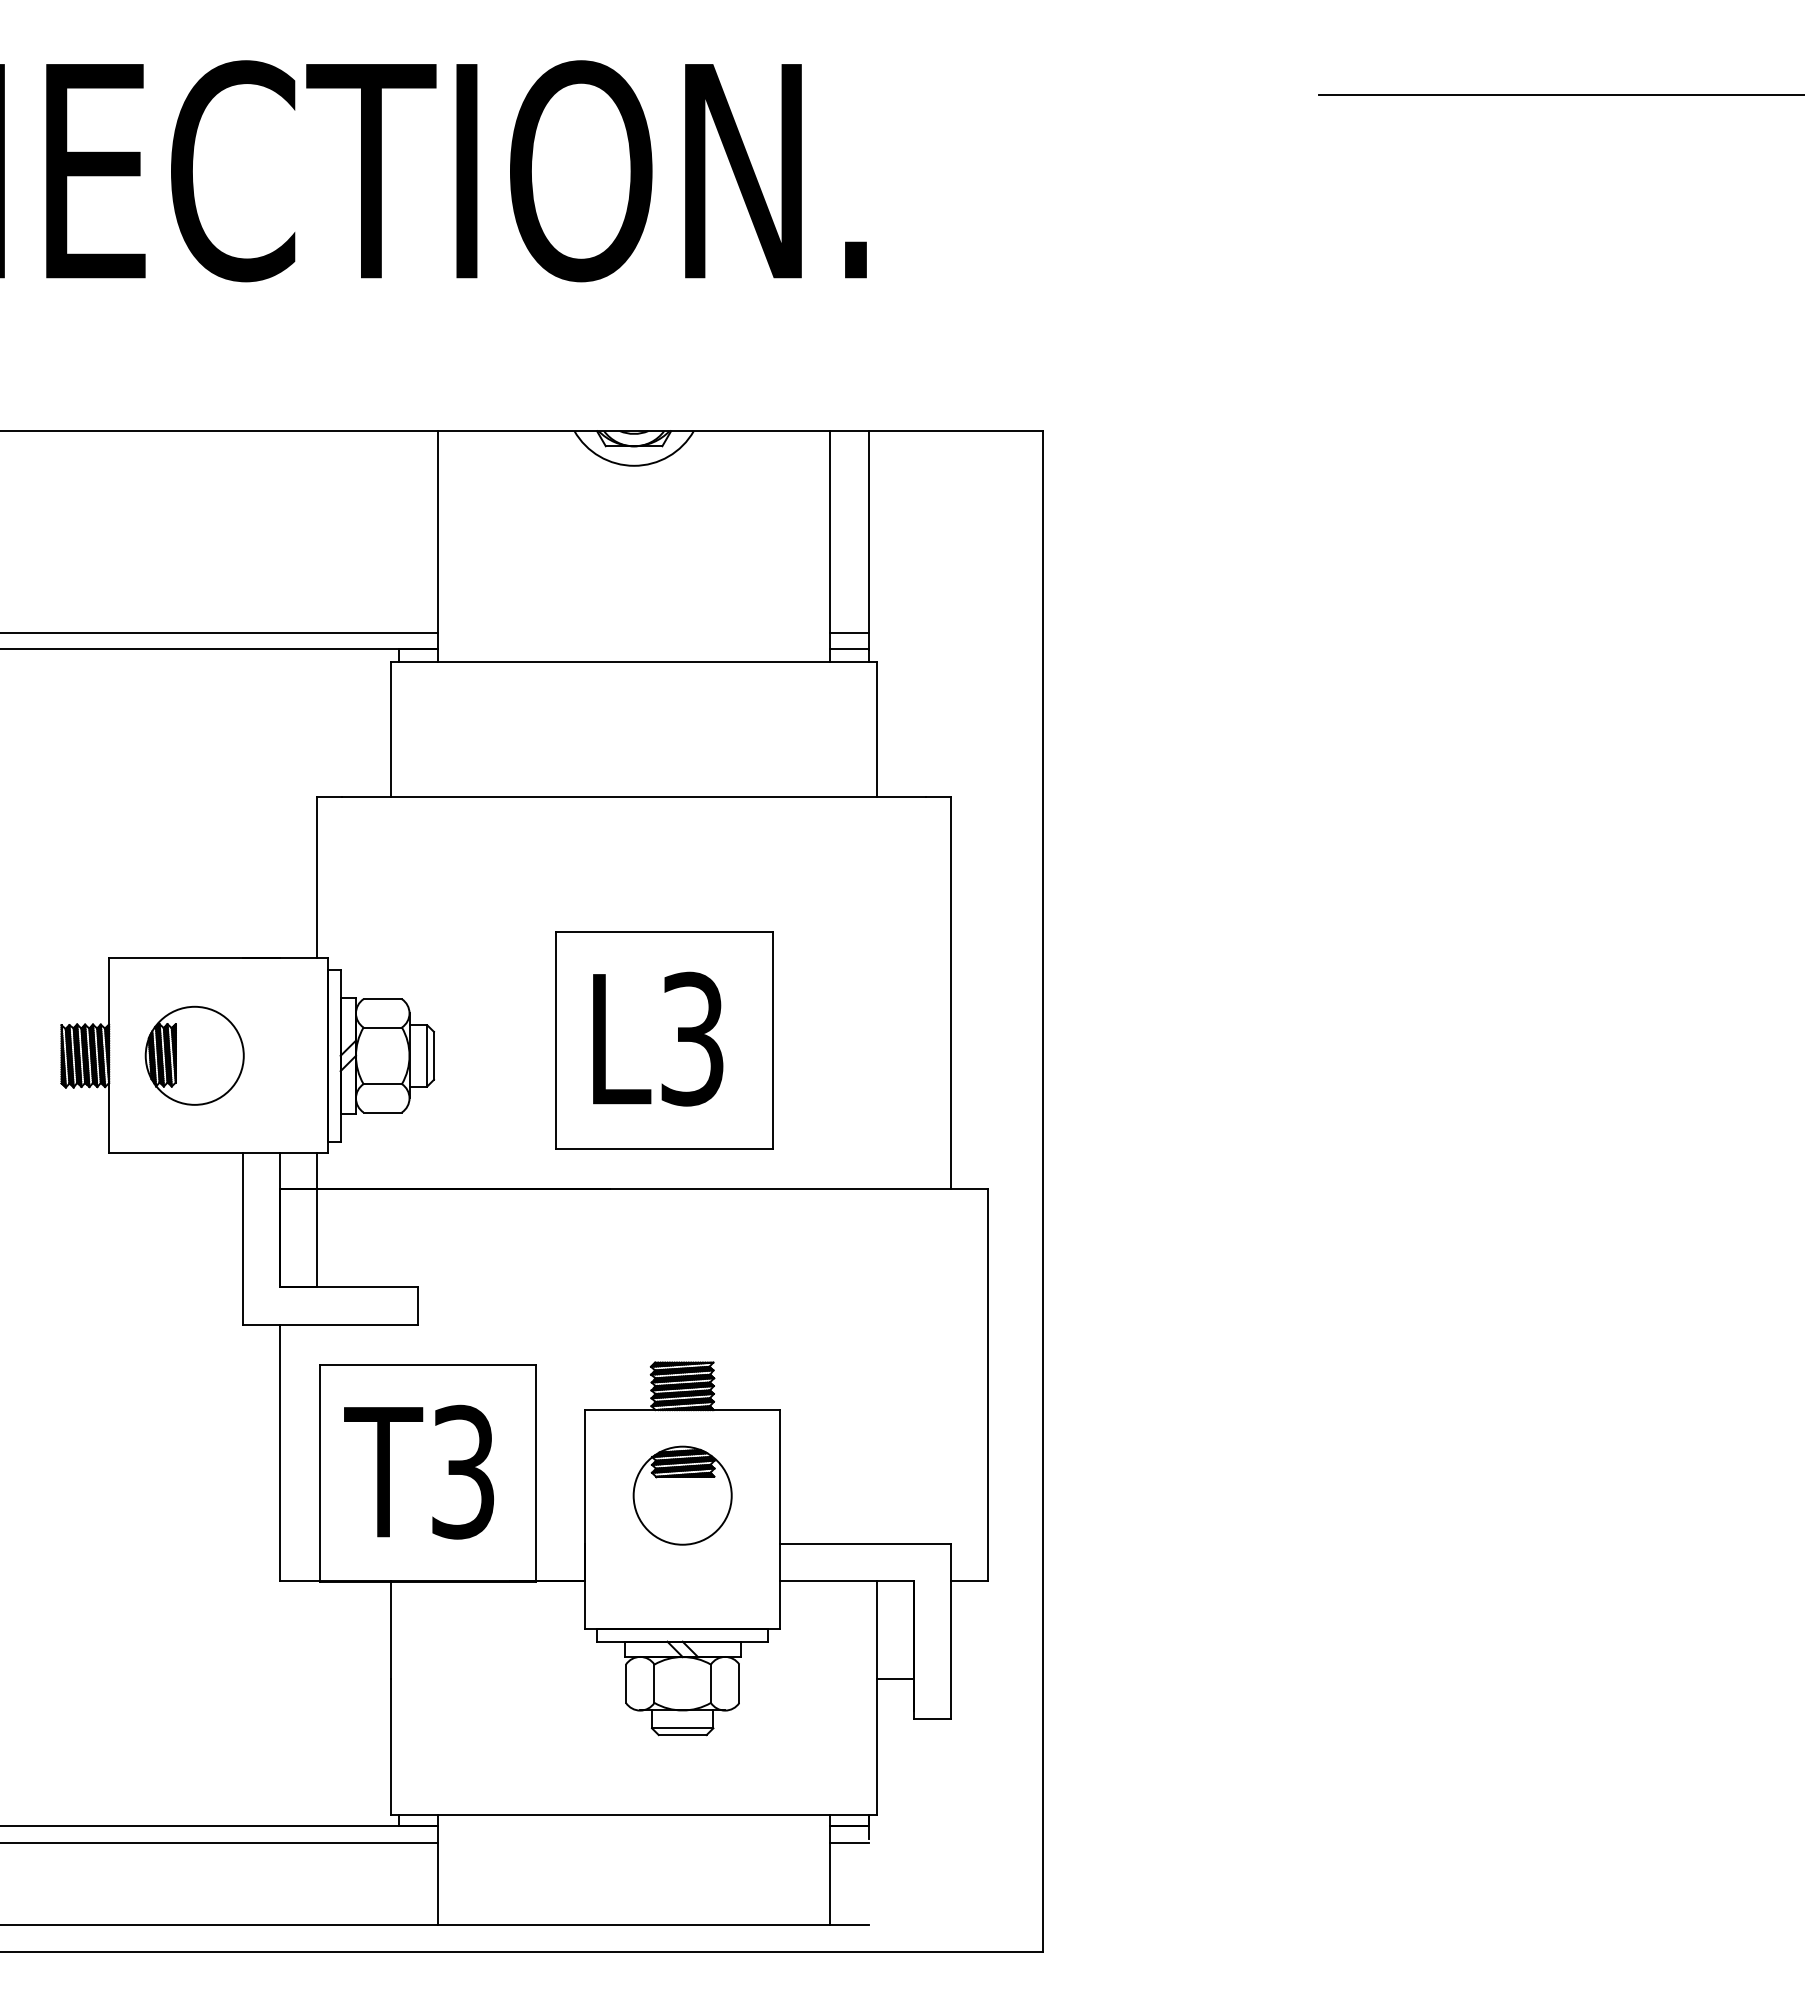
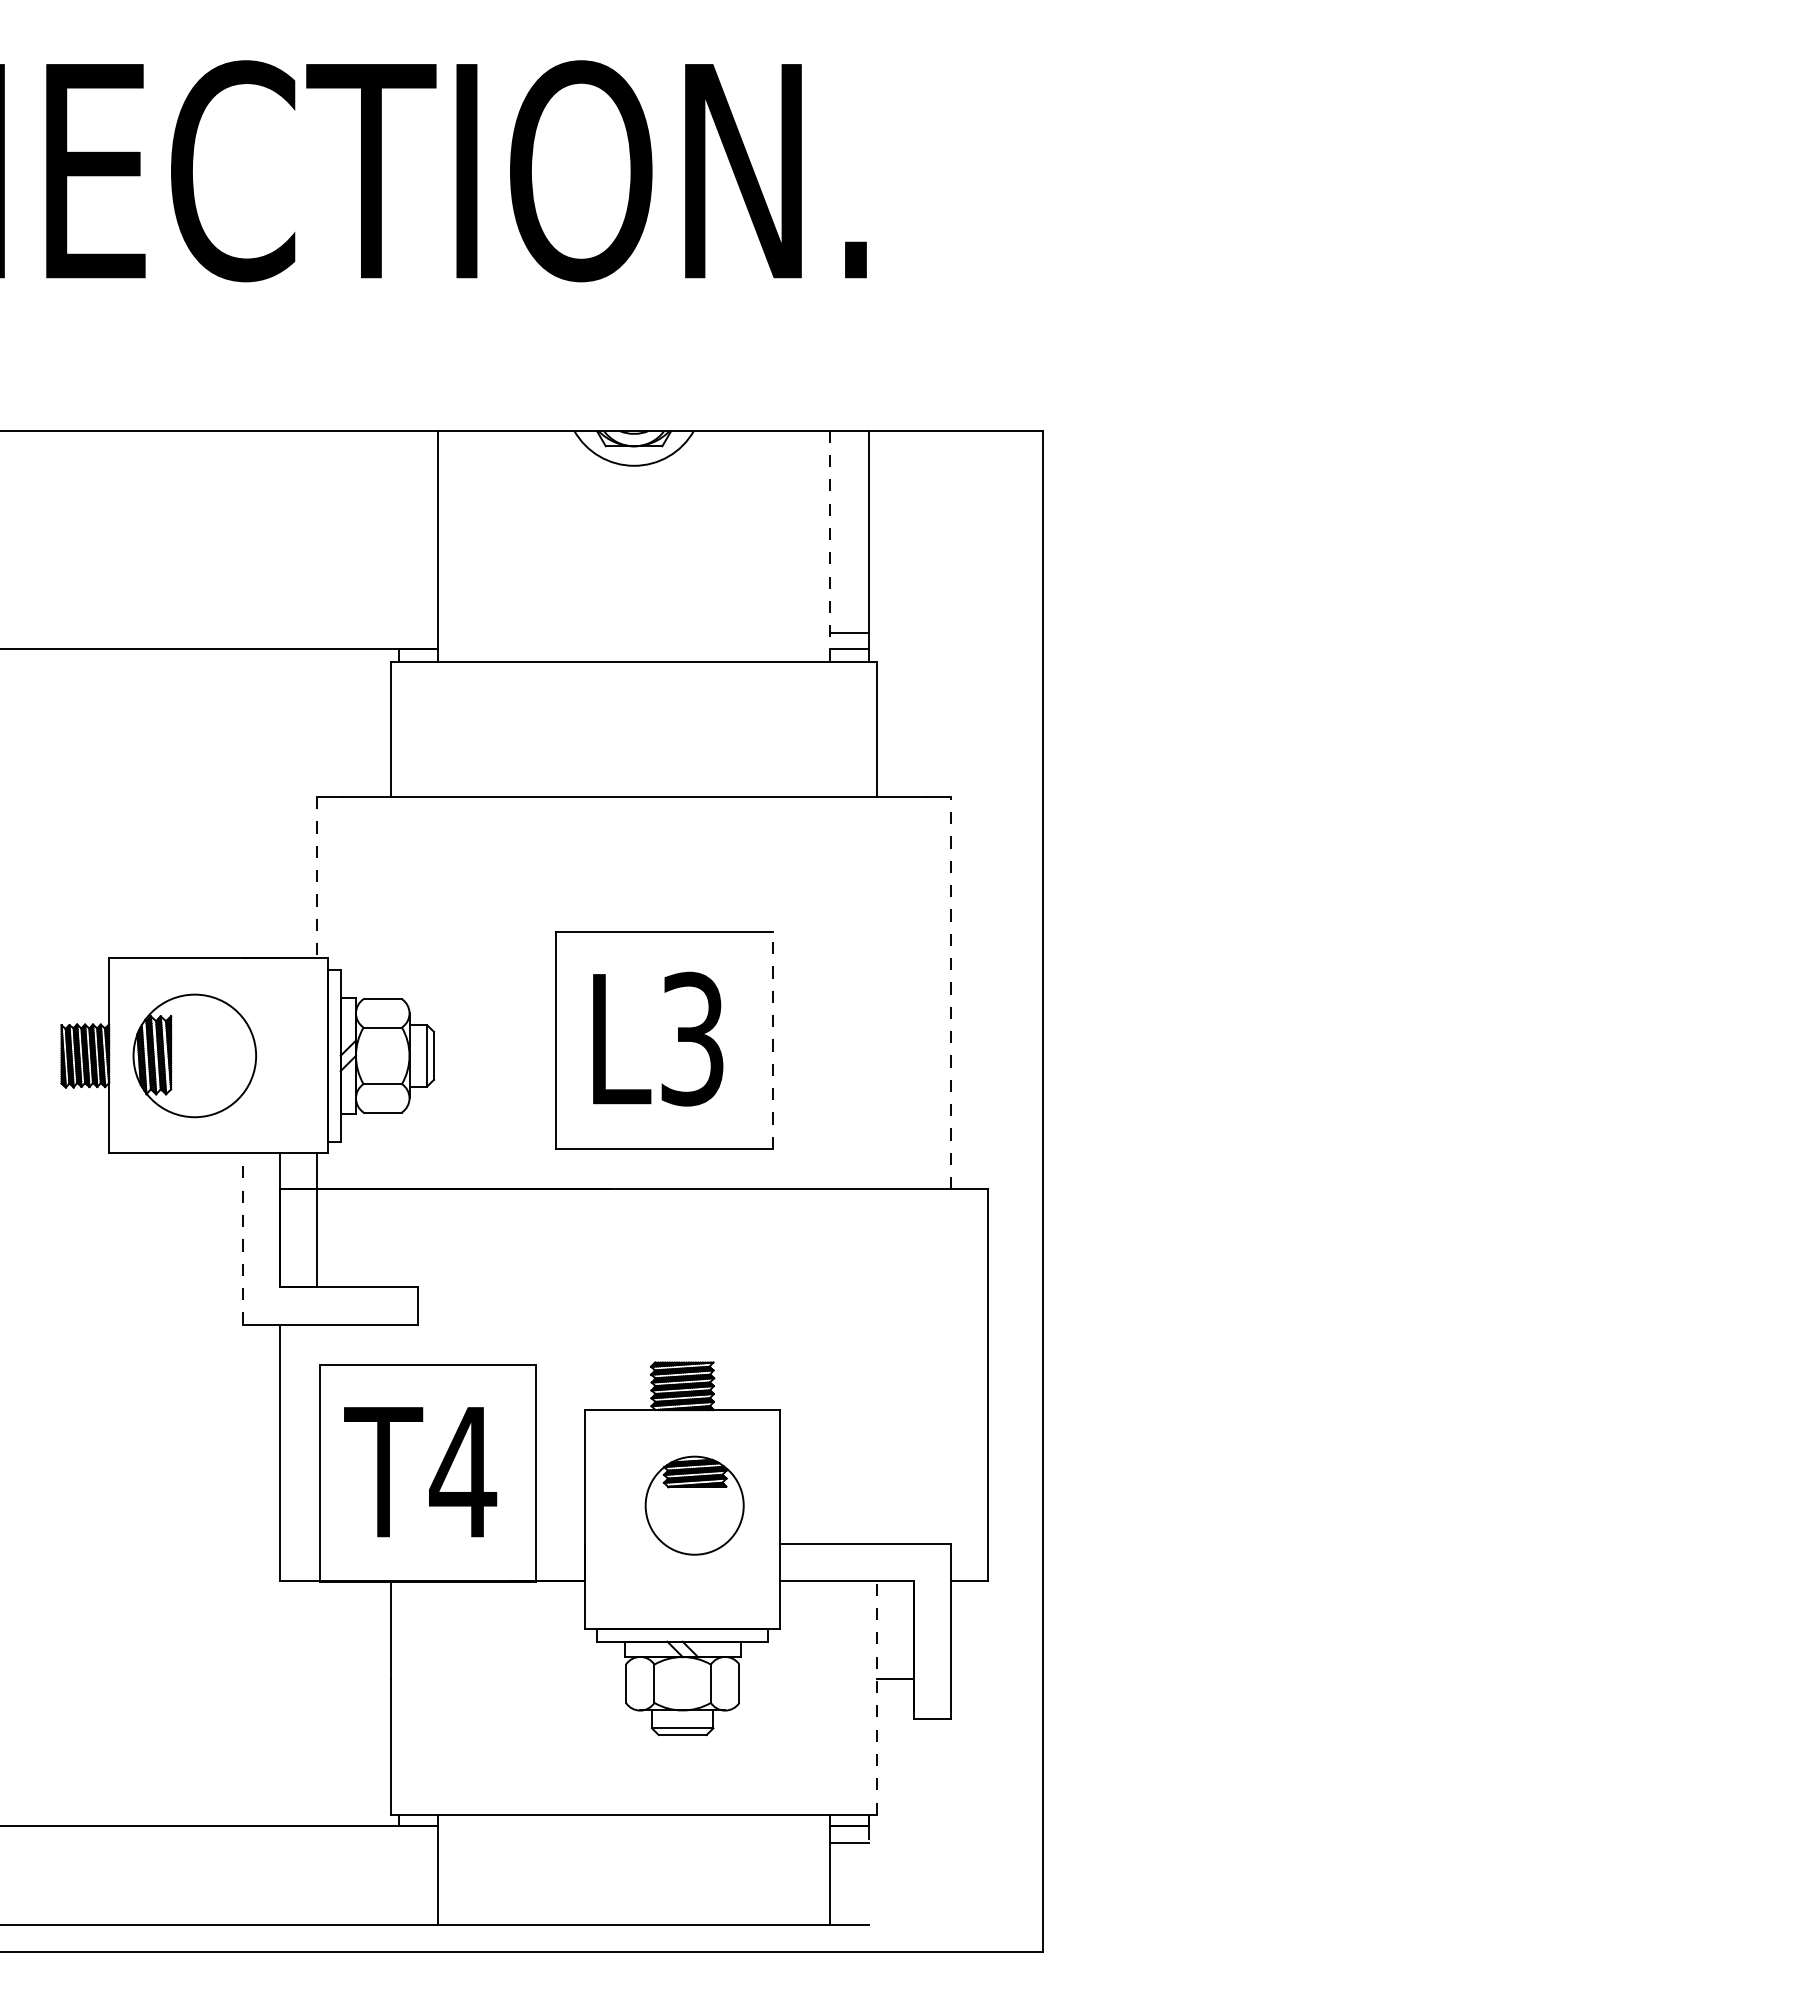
line at (1560, 95): present -> none
line at (830, 545): solid -> dashed
line at (220, 632): present -> none
line at (317, 877): solid -> dashed
line at (951, 992): solid -> dashed
line at (772, 1040): solid -> dashed
part at (194, 1055) size: 101x101 px -> 125x126 px
line at (243, 1238): solid -> dashed
text at (463, 1471): T3 -> T4
part at (682, 1495) position: (682, 1495) -> (694, 1505)
line at (877, 1698): solid -> dashed
line at (219, 1843): present -> none
